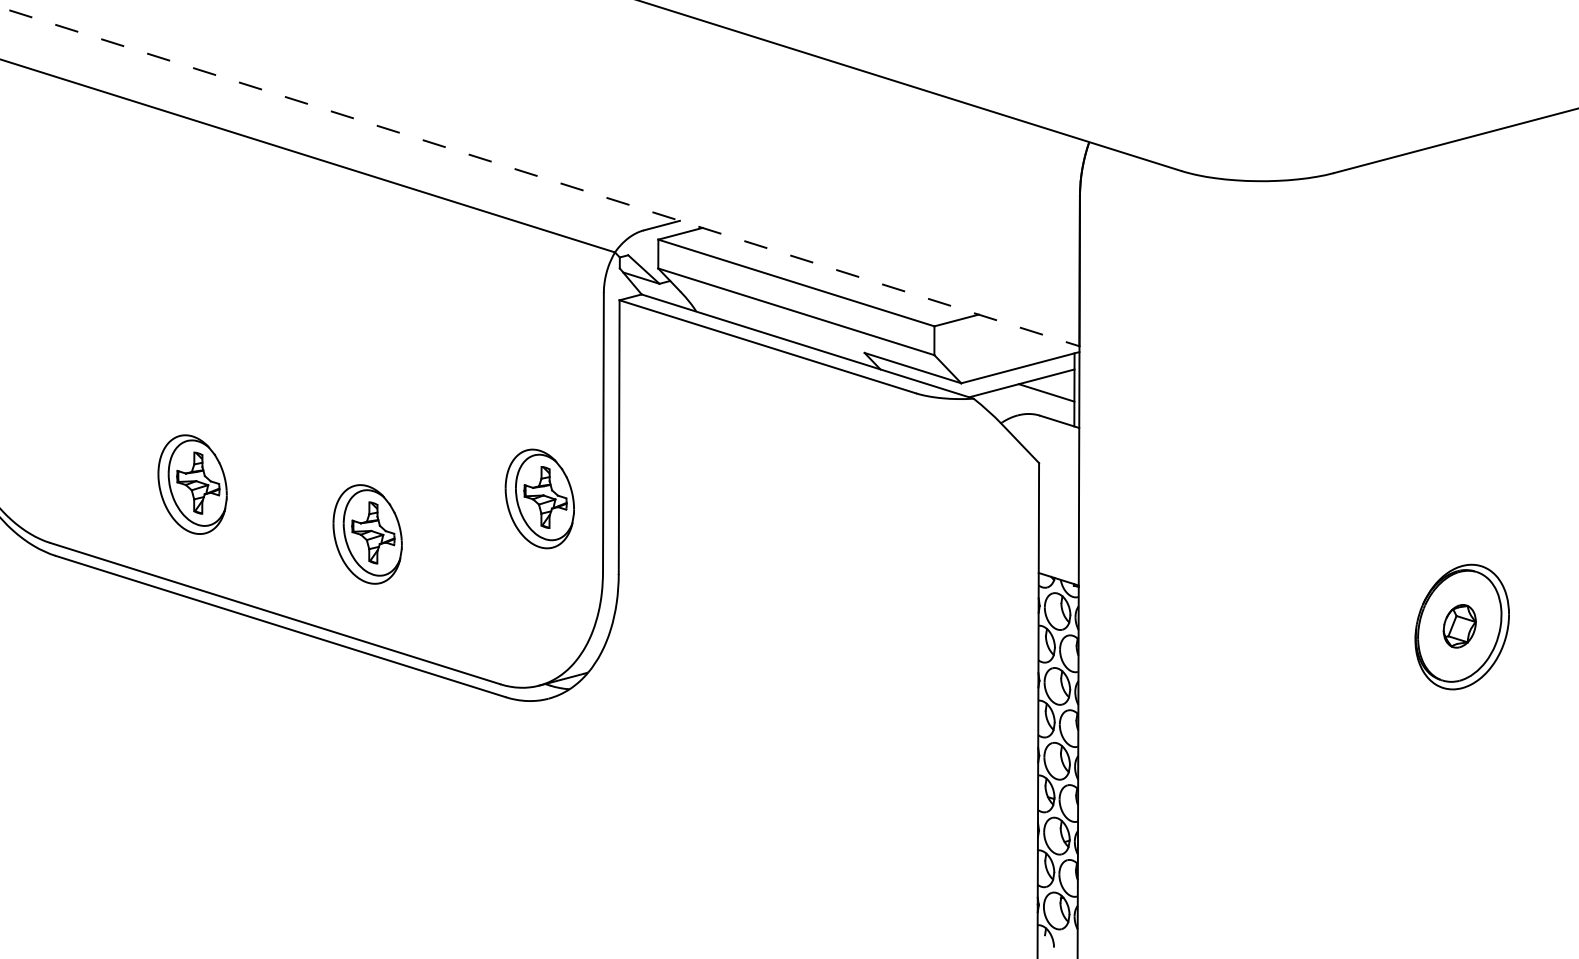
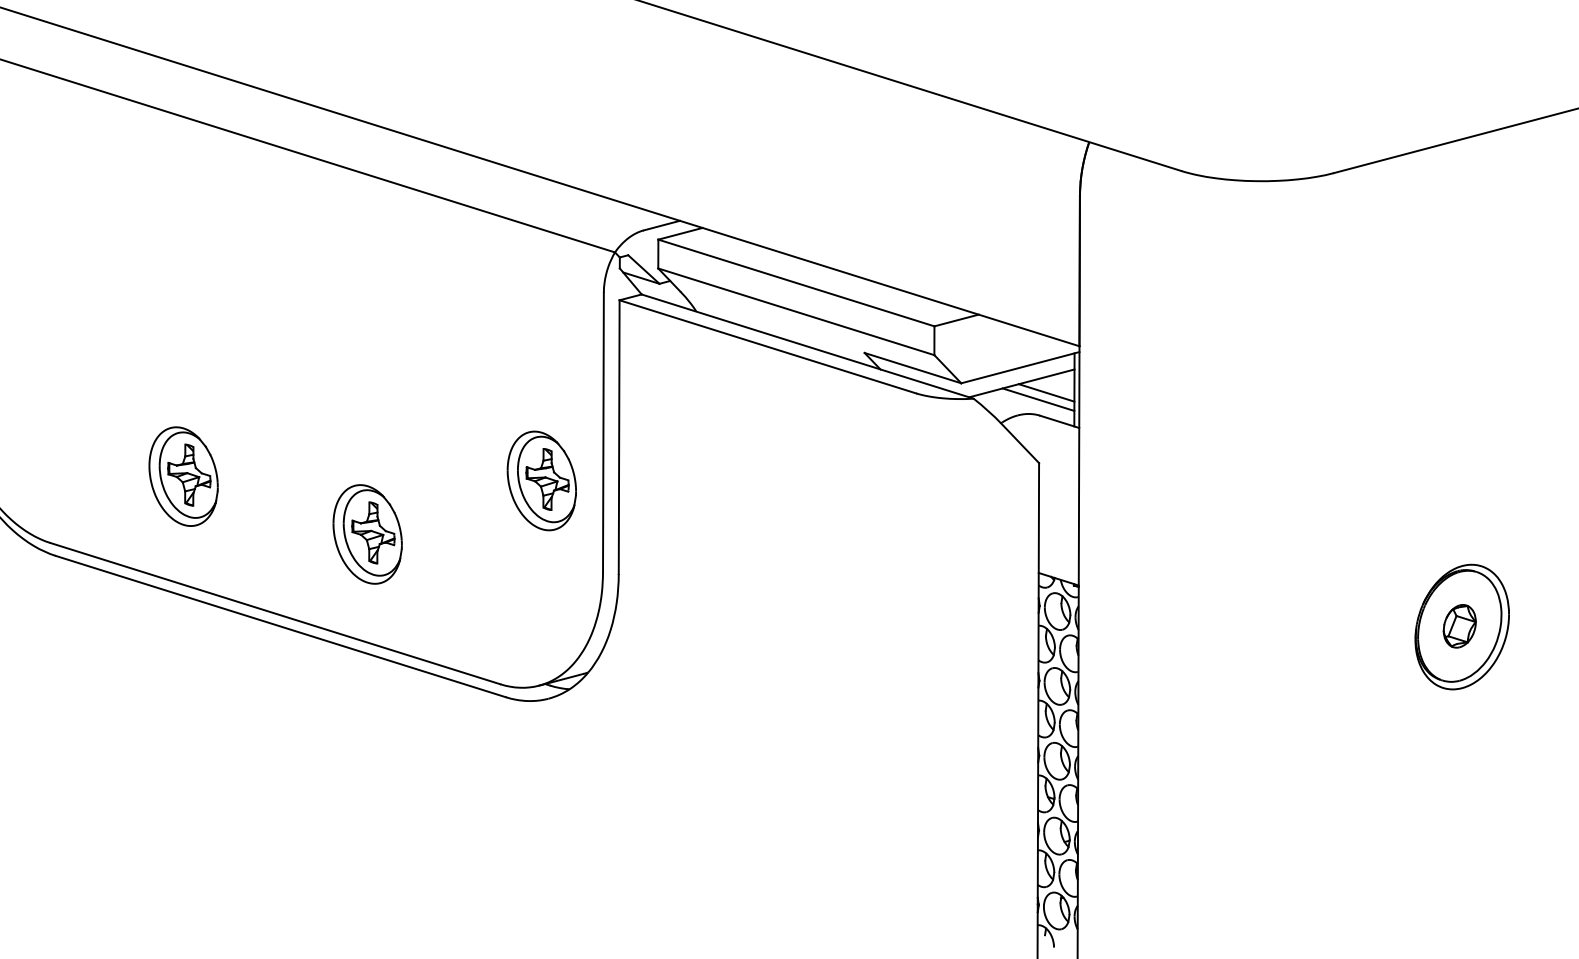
line at (540, 177): dashed -> solid
line at (1038, 399): none -> present
part at (192, 484) position: (192, 484) -> (183, 476)
part at (539, 498) position: (539, 498) -> (541, 480)
